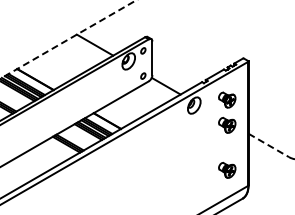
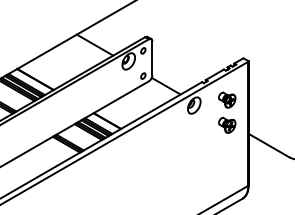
line at (68, 39): dashed -> solid
line at (269, 145): dashed -> solid
part at (227, 169): present -> none
